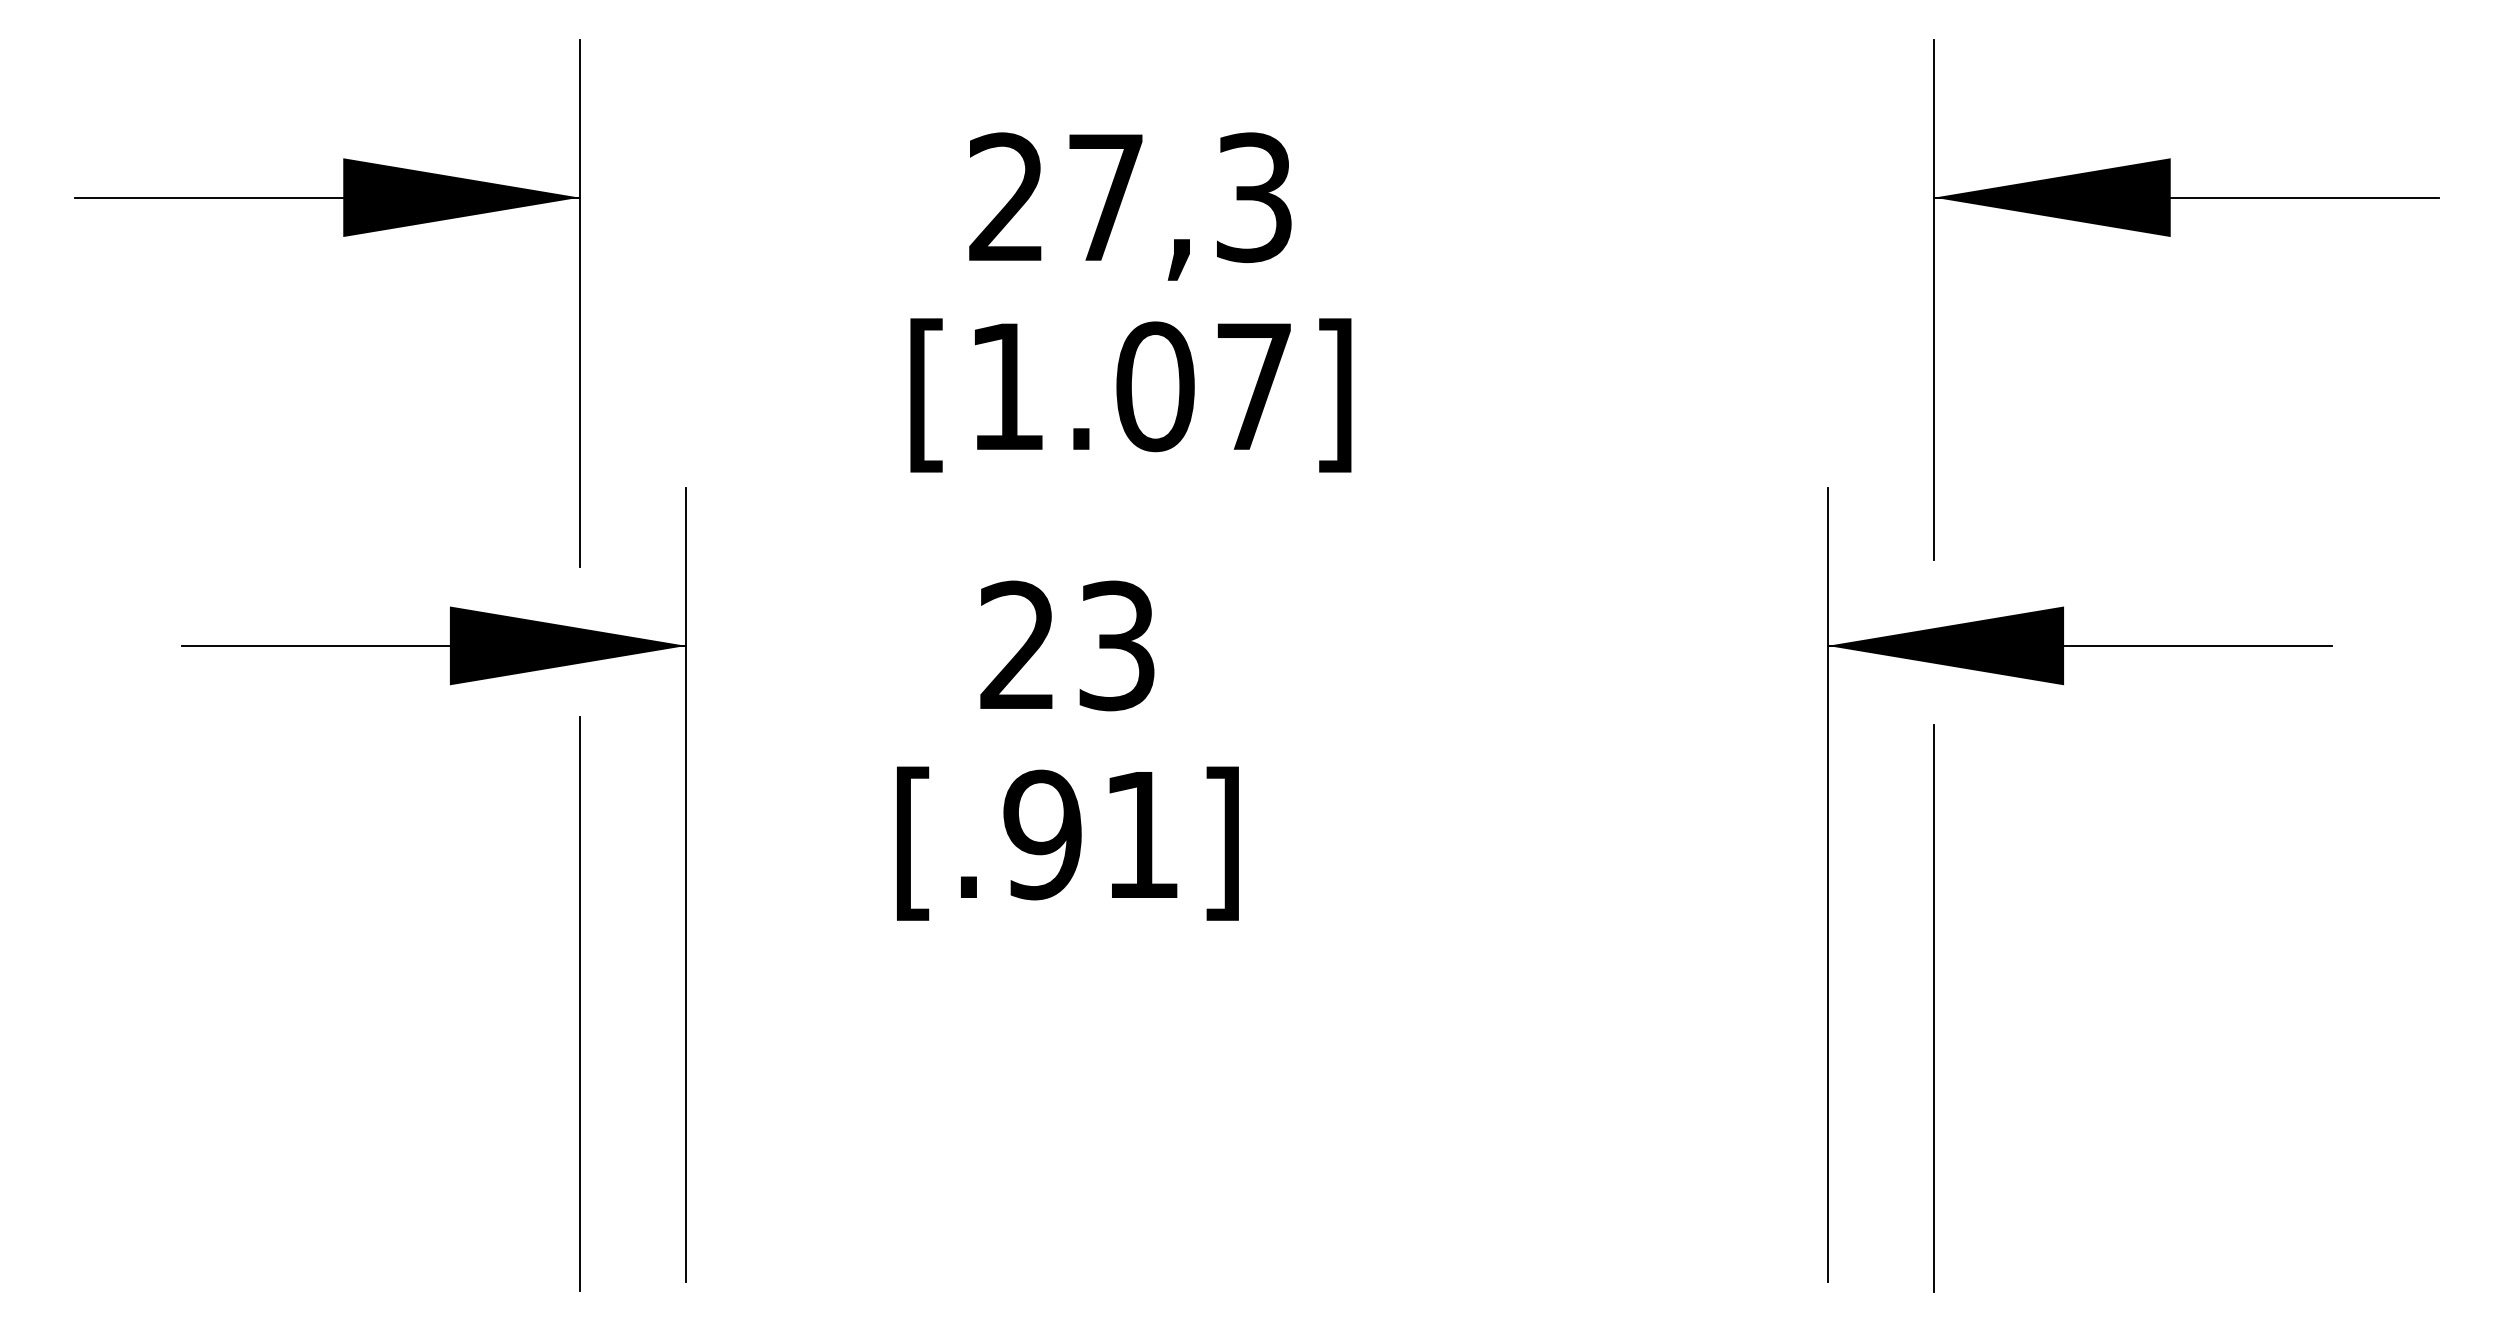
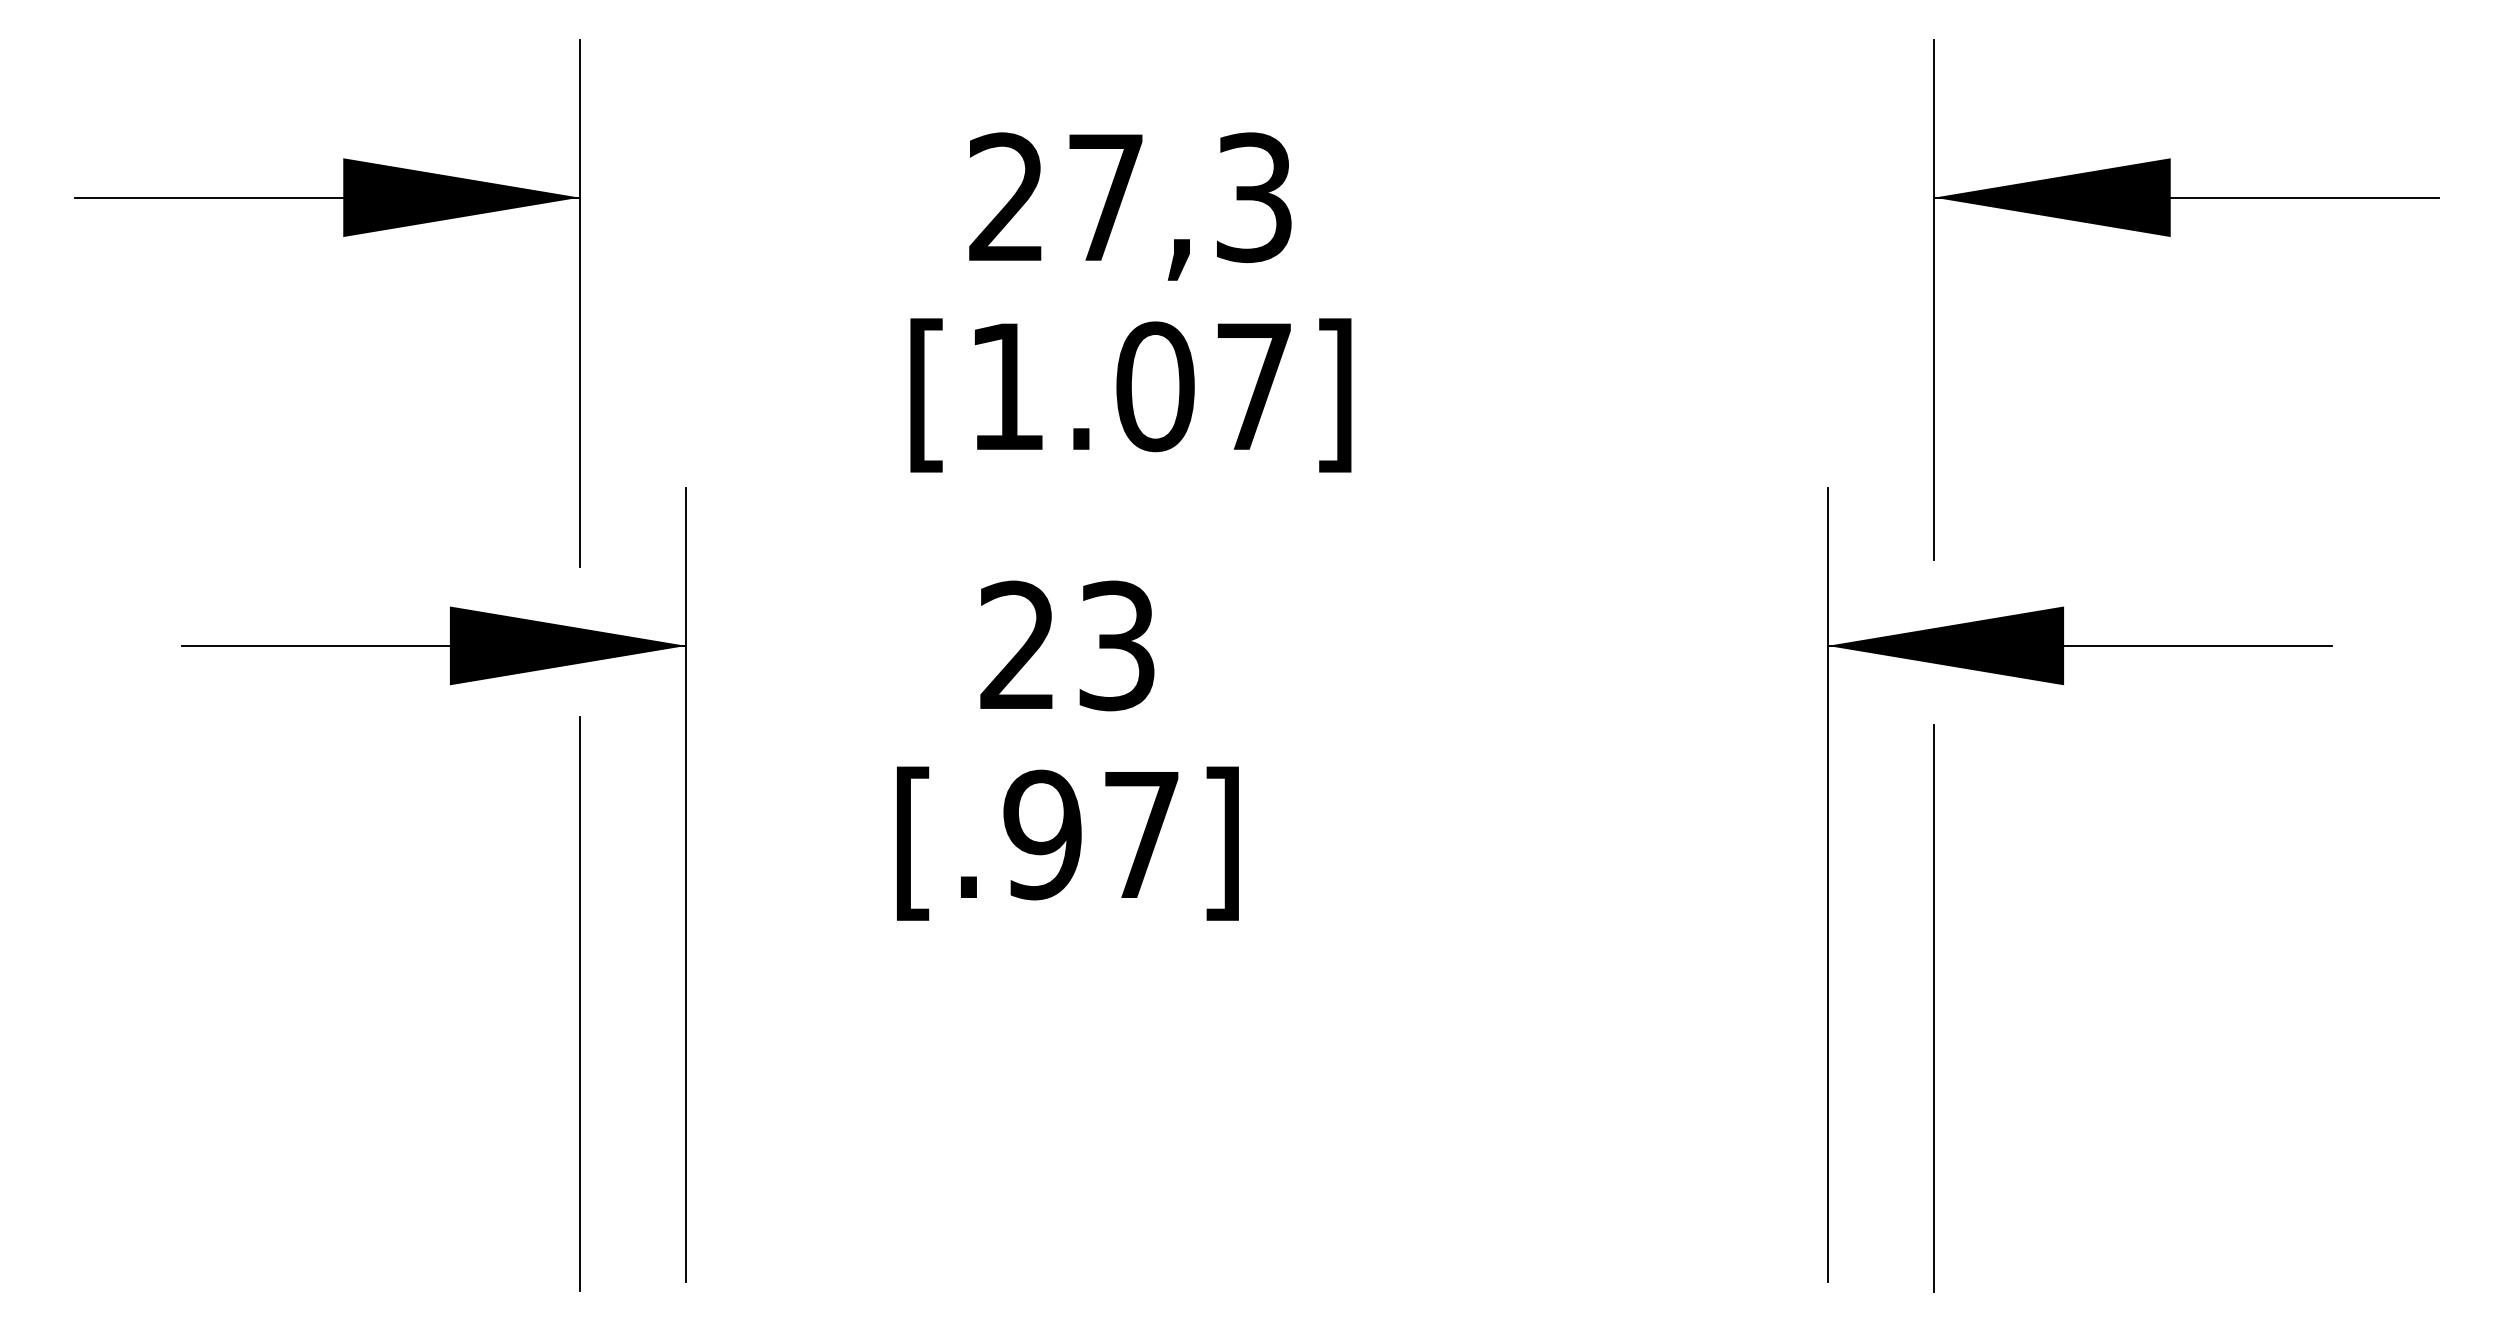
text at (1141, 834): [.91] -> [.97]
